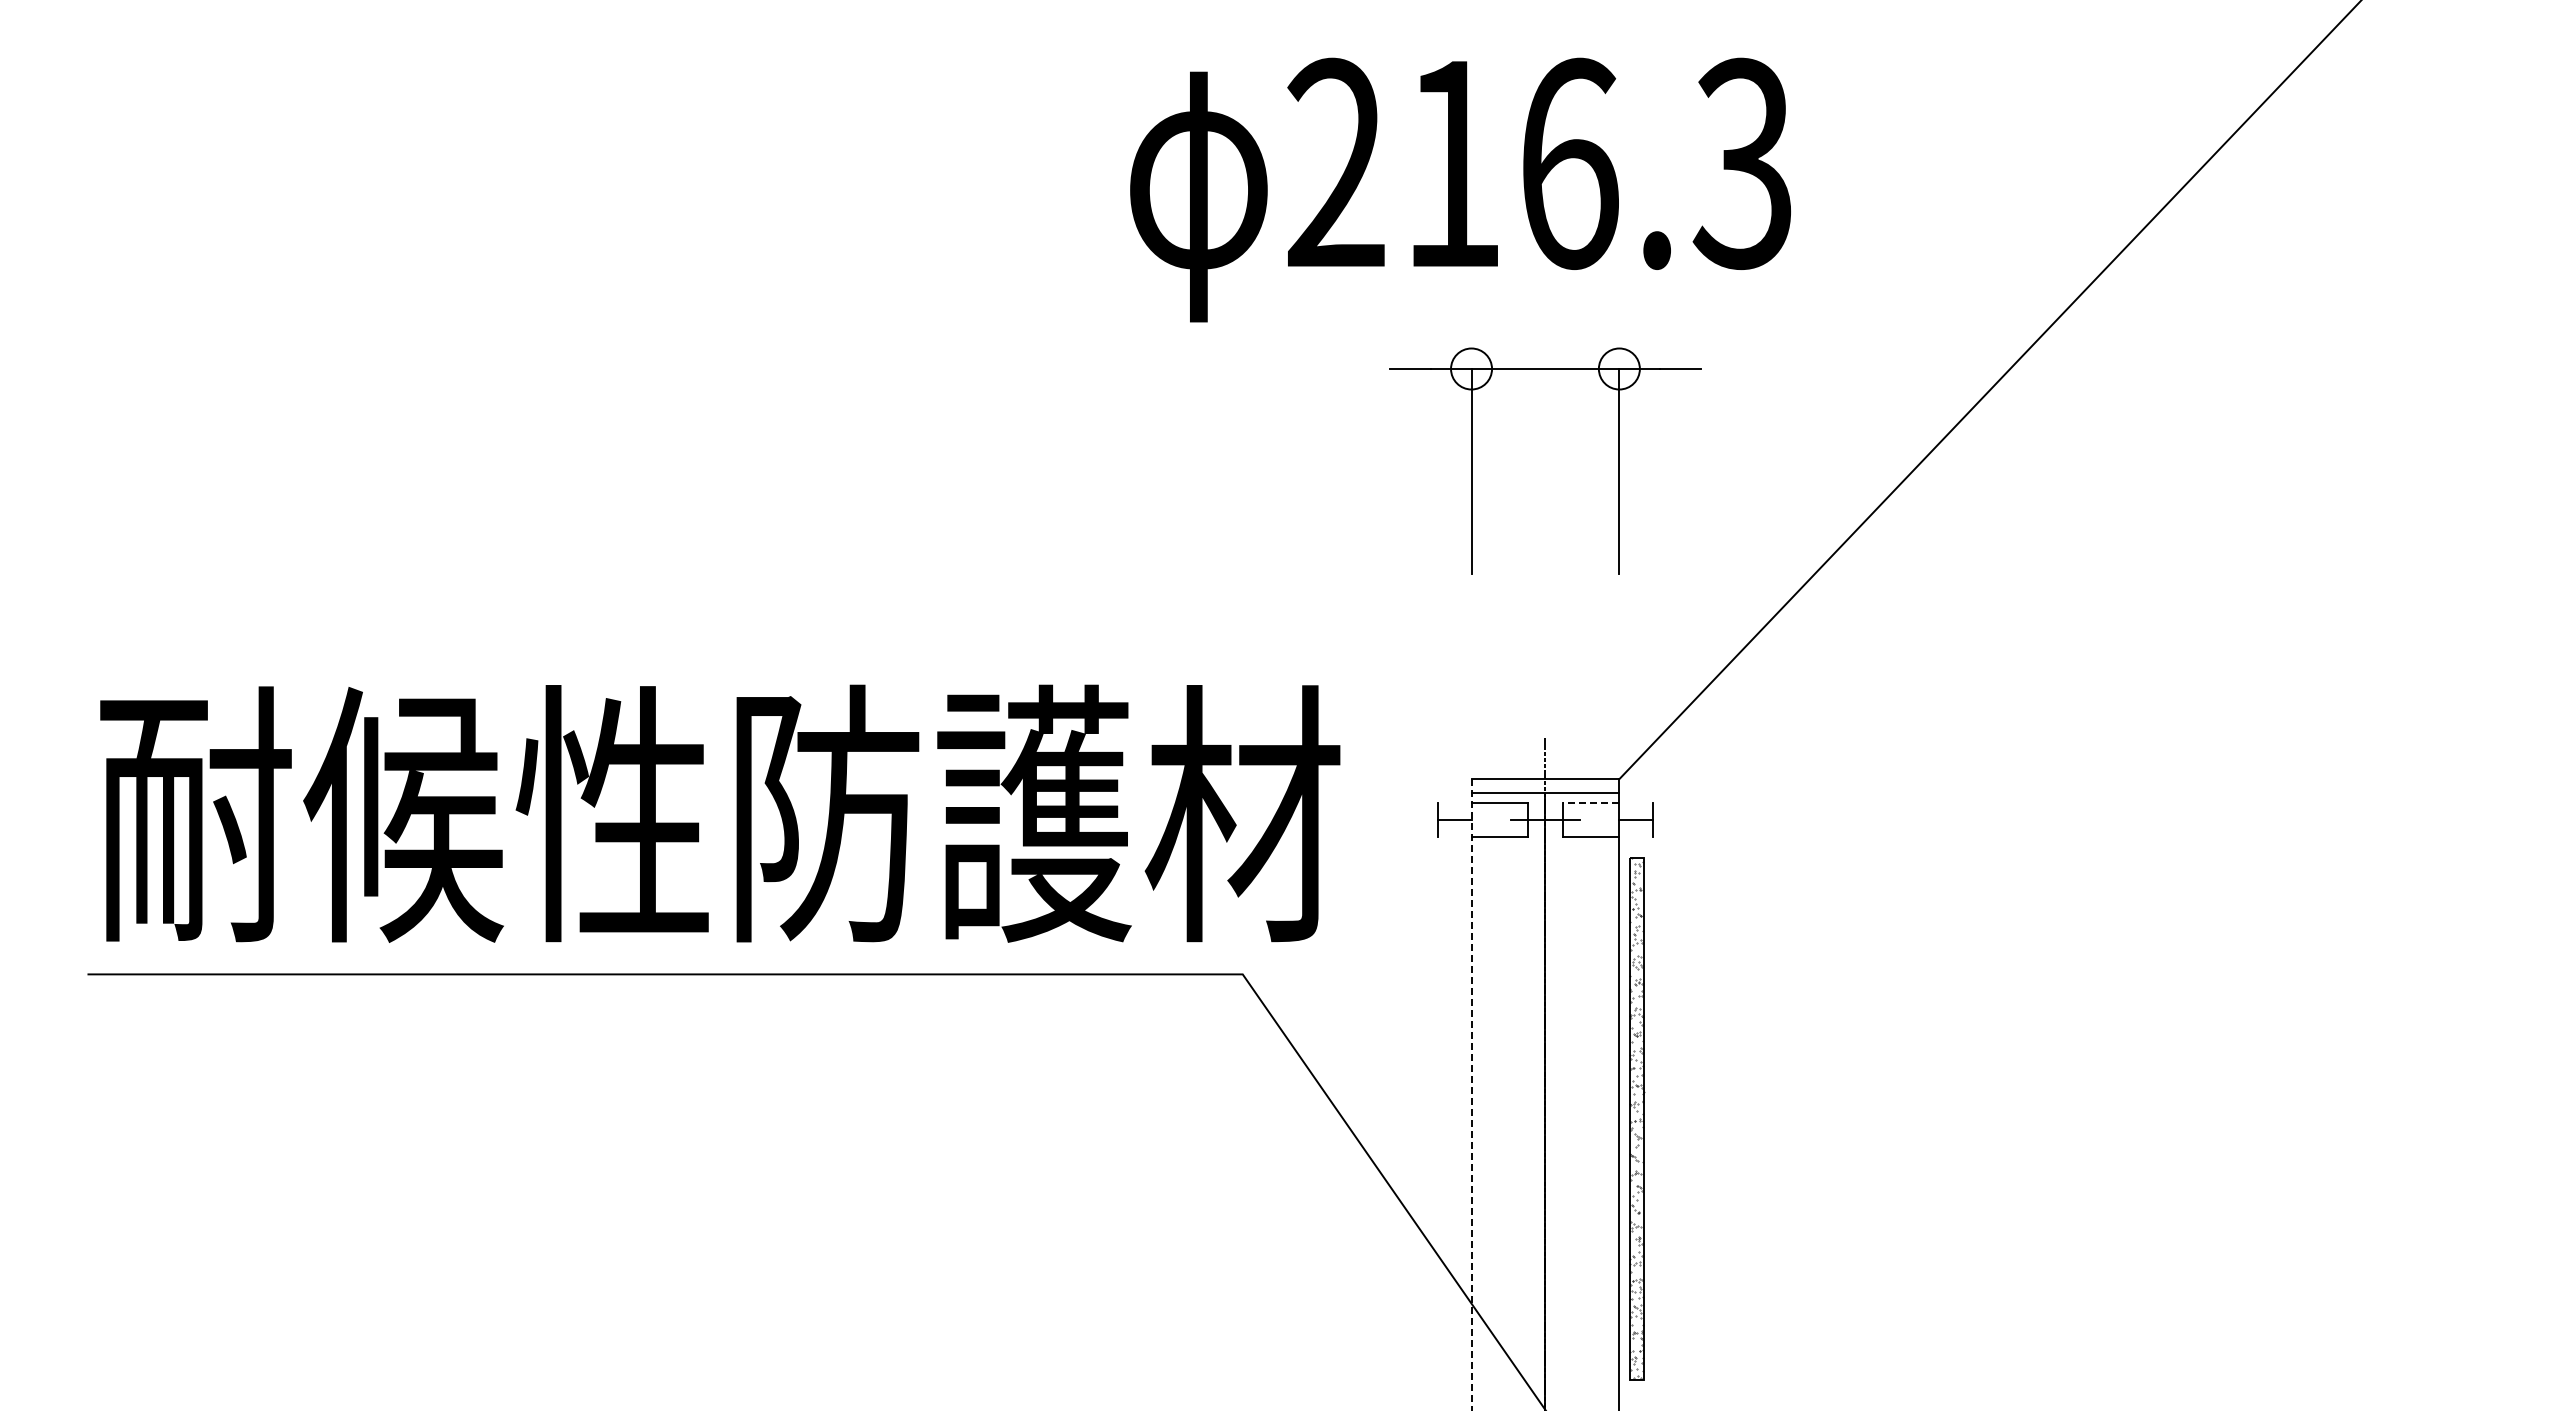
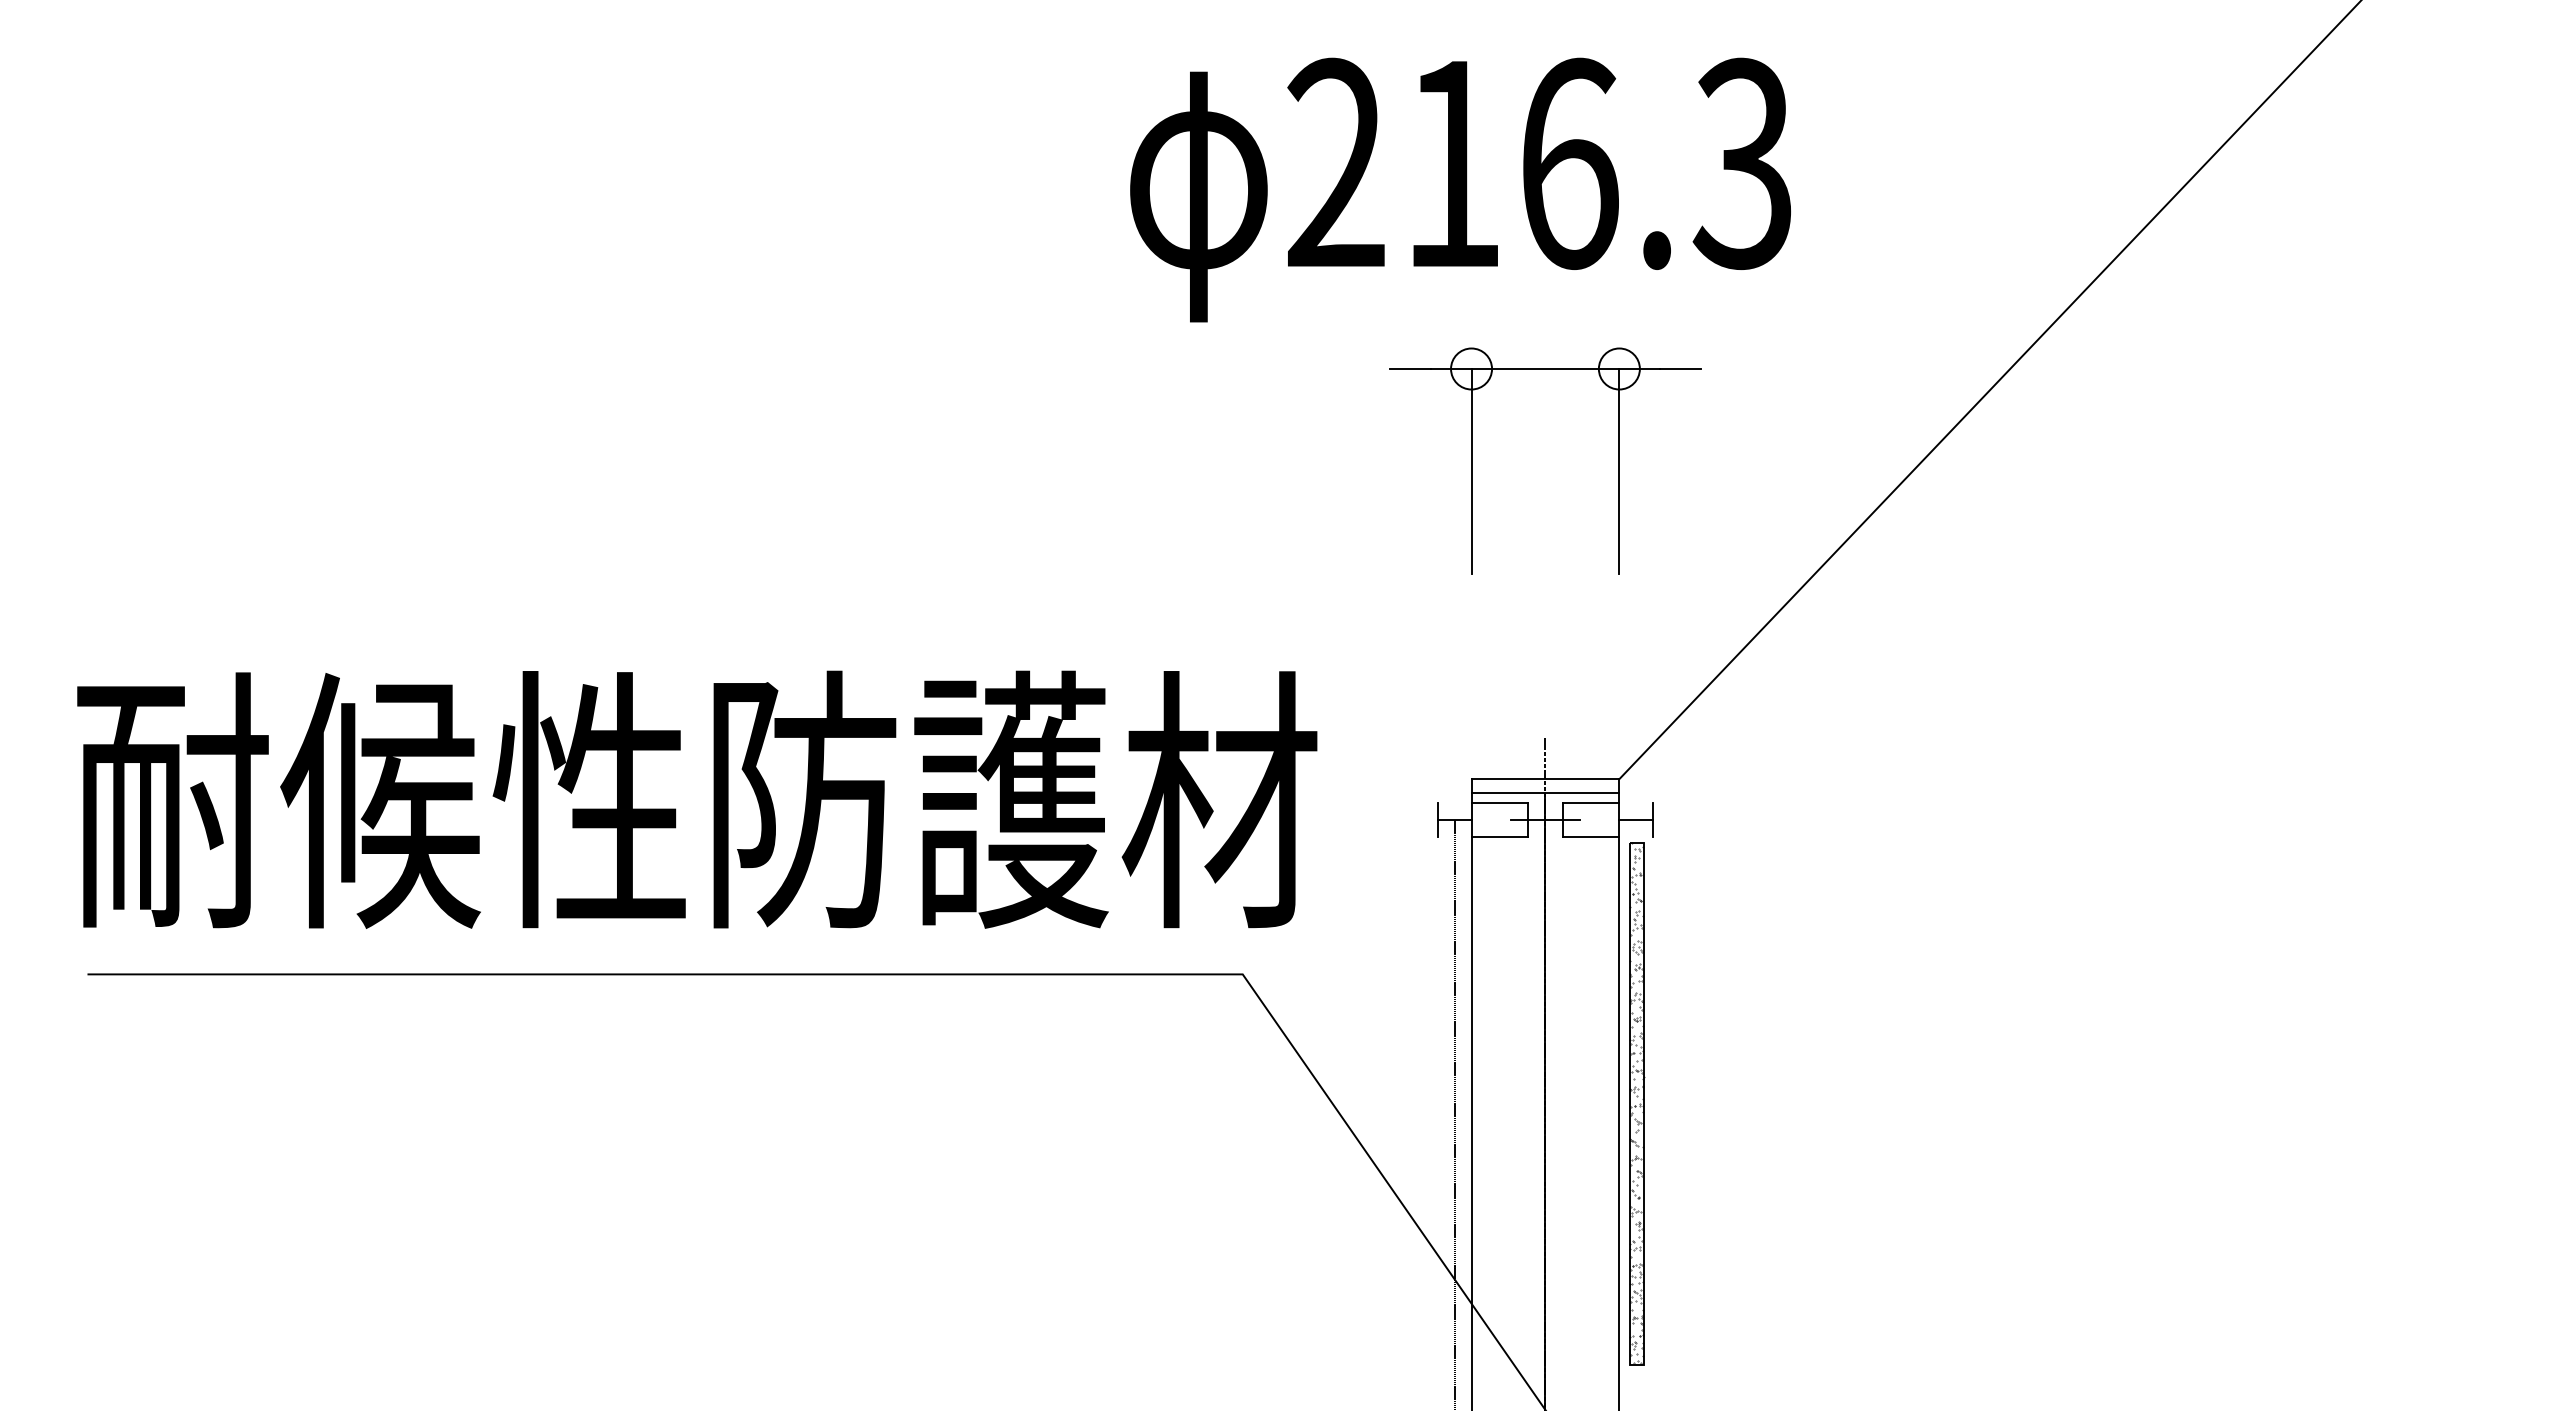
line at (1590, 803): dashed -> solid
text at (720, 813) position: (720, 813) -> (697, 799)
line at (1471, 1095): dashed -> solid
line at (1454, 1113): none -> present
part at (1637, 1118) position: (1637, 1118) -> (1637, 1103)
